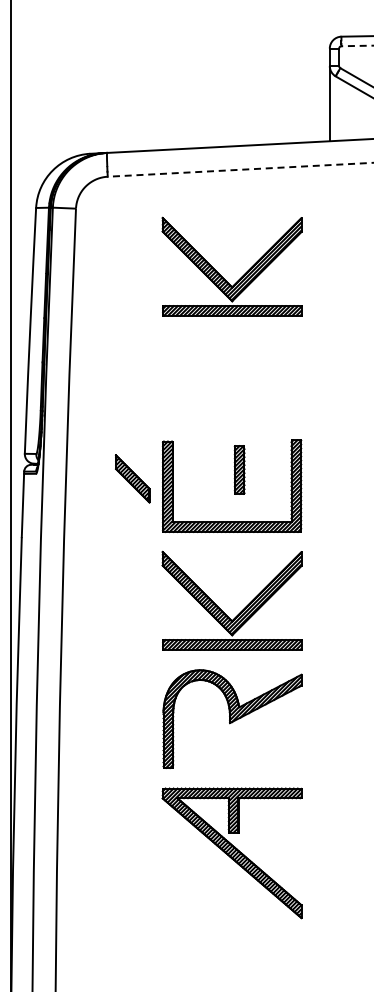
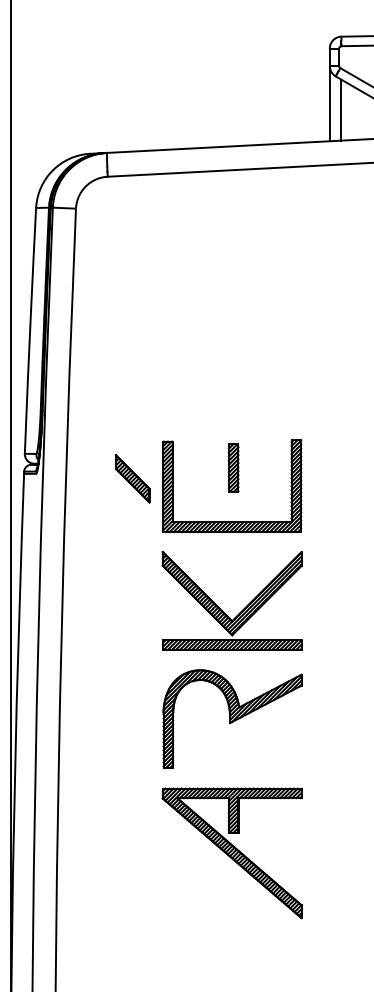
line at (357, 45): dashed -> solid
line at (341, 109): none -> present
line at (240, 169): dashed -> solid
part at (221, 275): present -> none
part at (239, 469) position: (239, 469) -> (233, 467)
